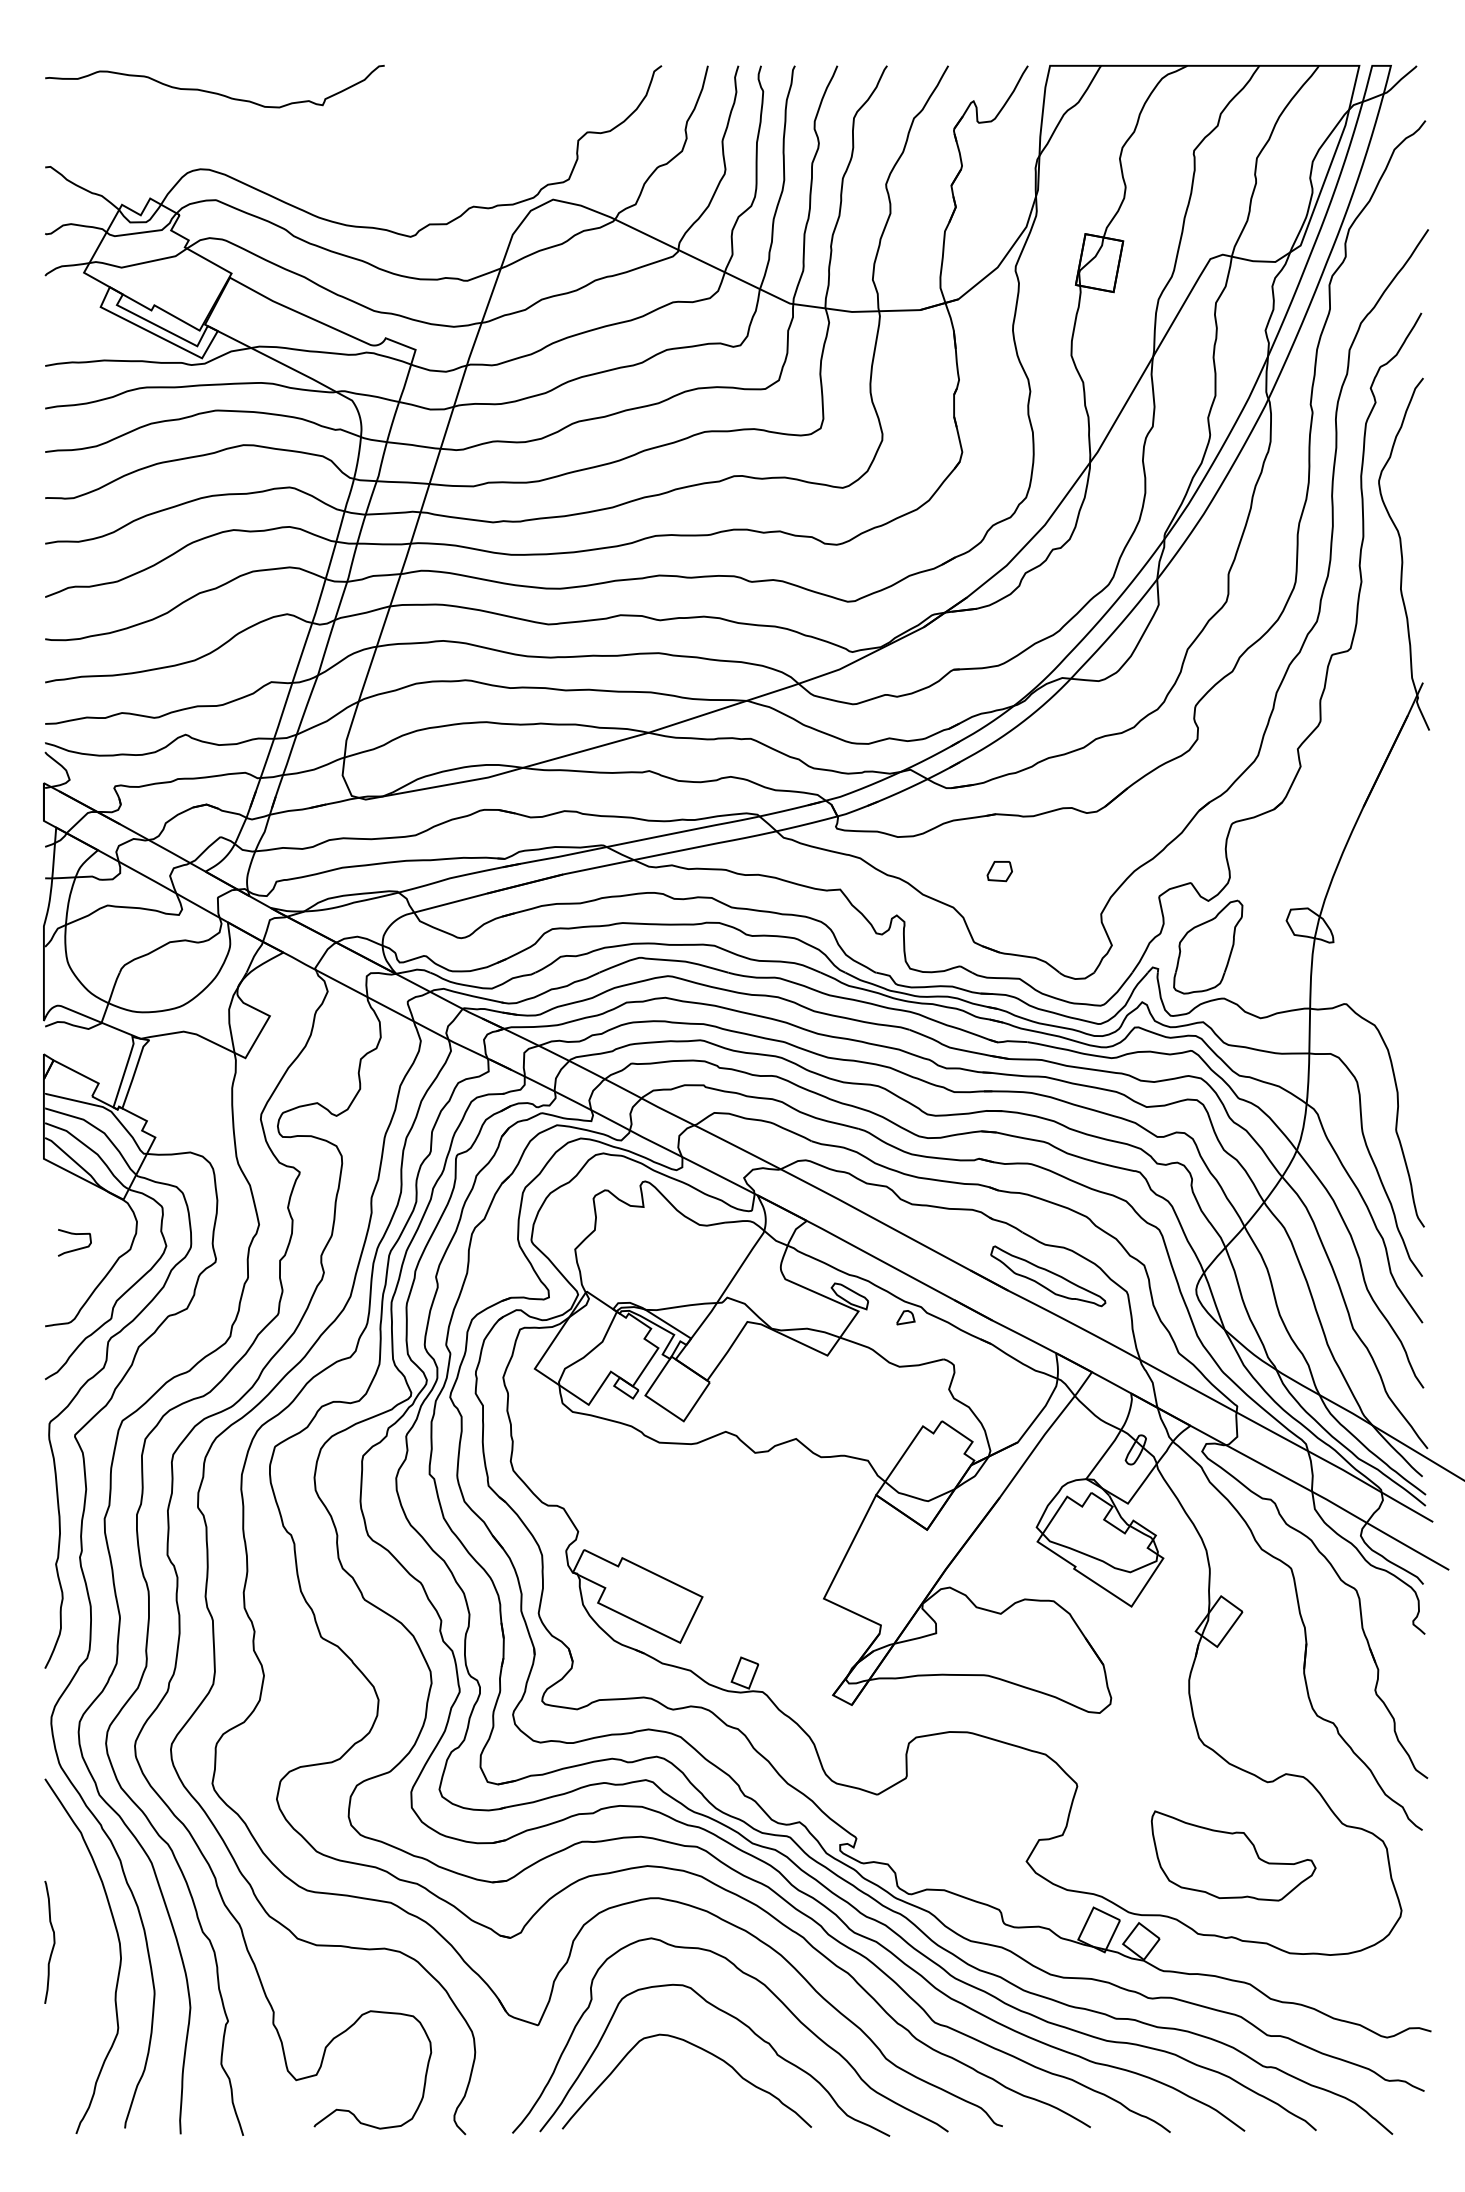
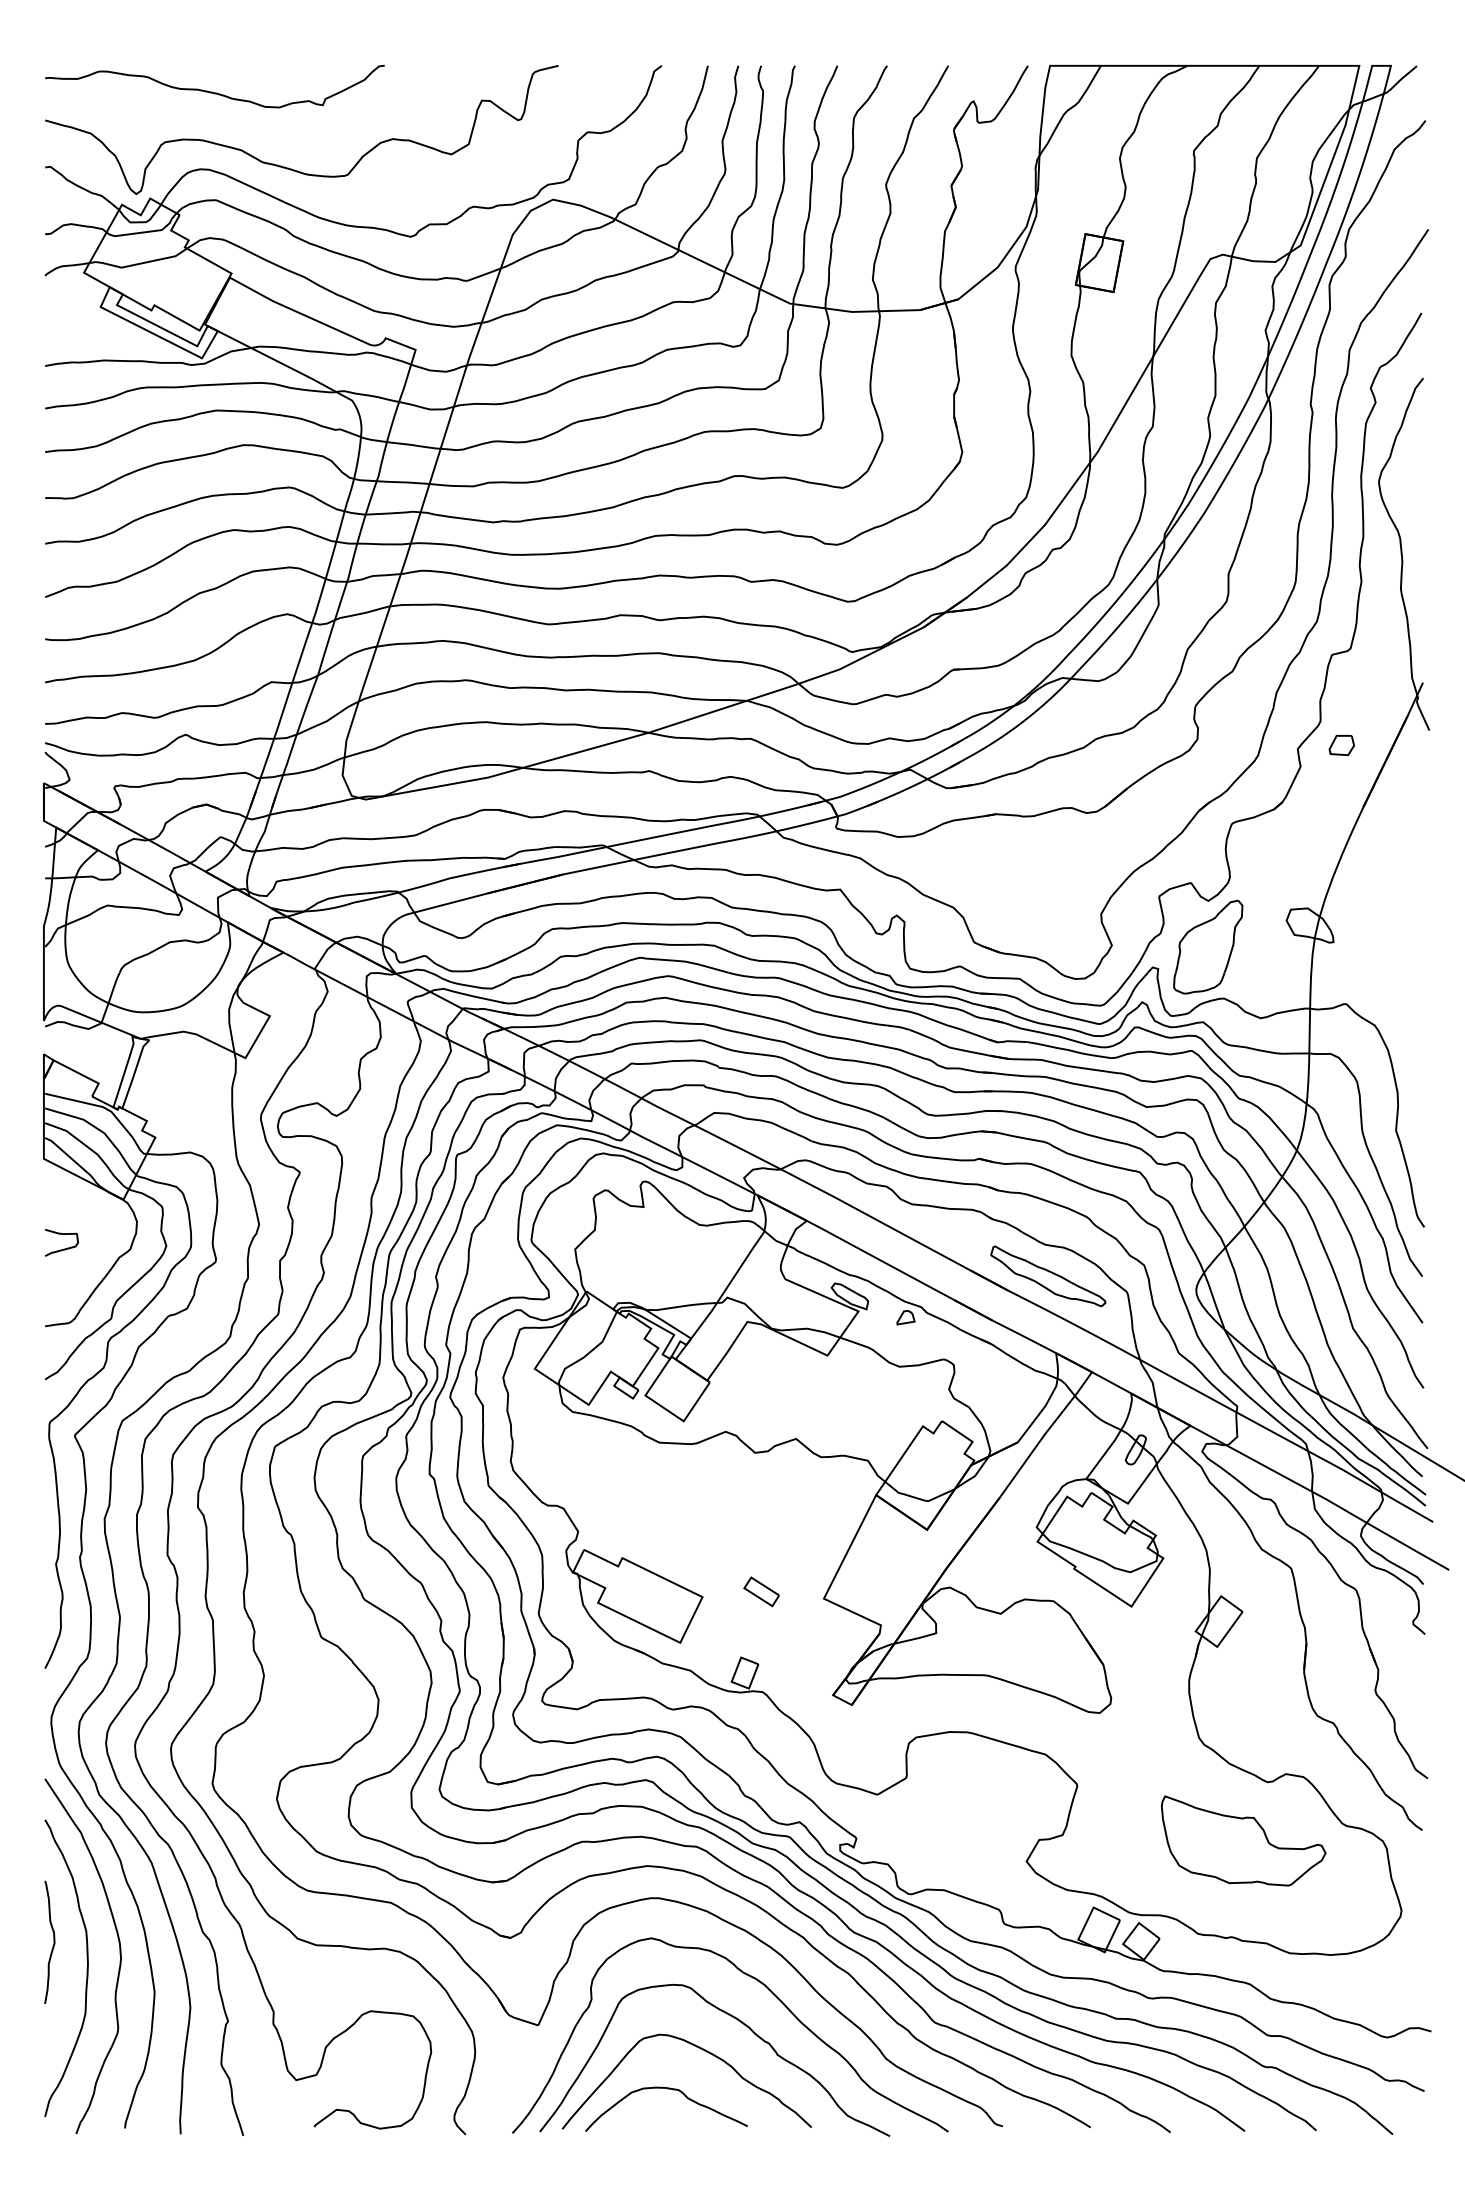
curve at (288, 167): none -> present
part at (999, 871) position: (999, 871) -> (1341, 745)
curve at (76, 1248) position: (76, 1248) -> (63, 1248)
part at (761, 1591): none -> present
part at (1233, 1855) position: (1233, 1855) -> (1243, 1840)
curve at (86, 1968): none -> present
curve at (667, 2089): none -> present
